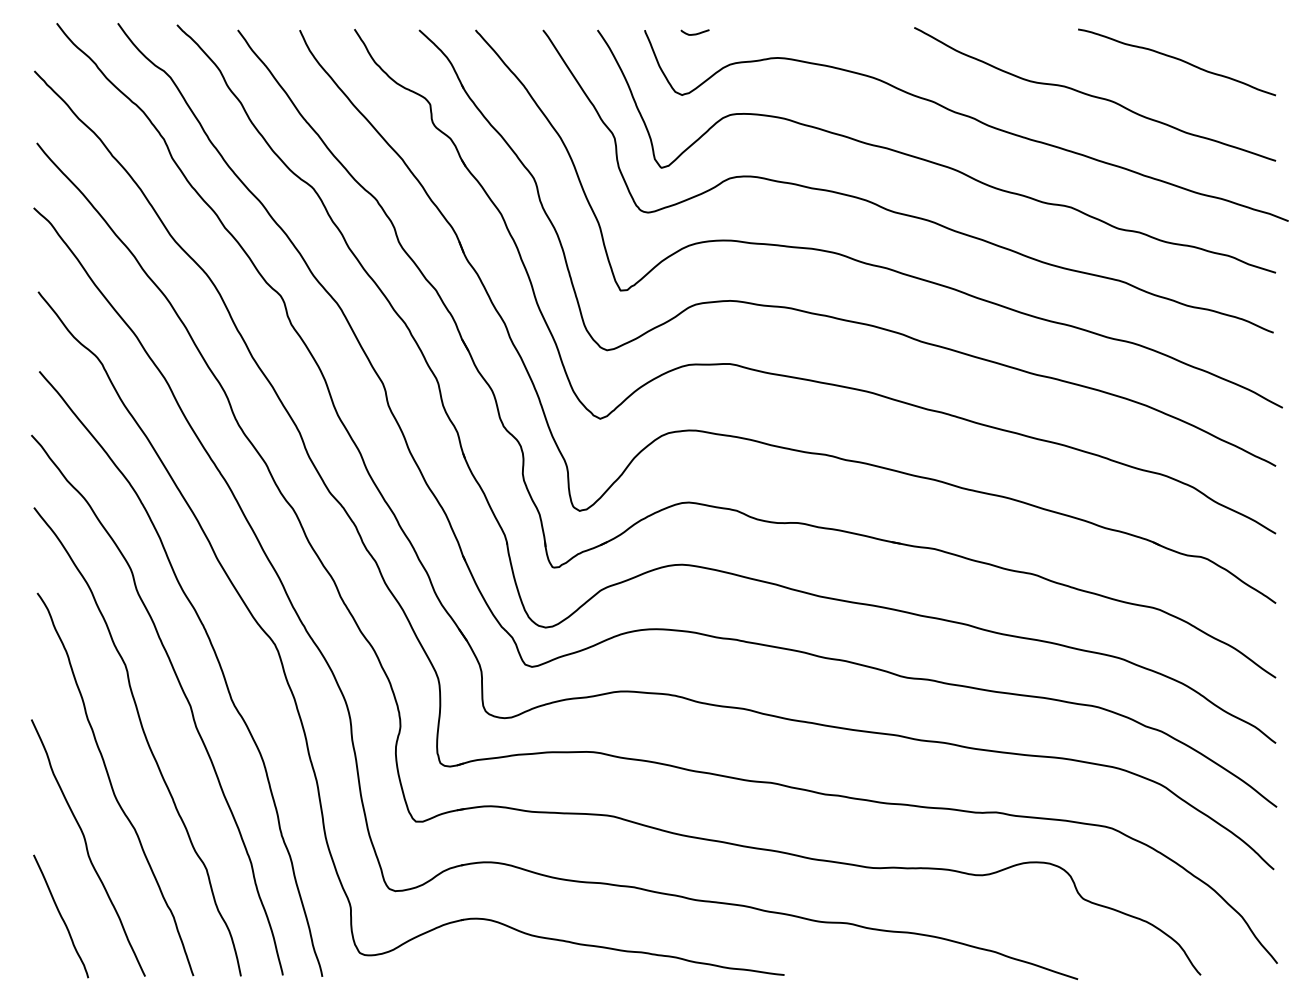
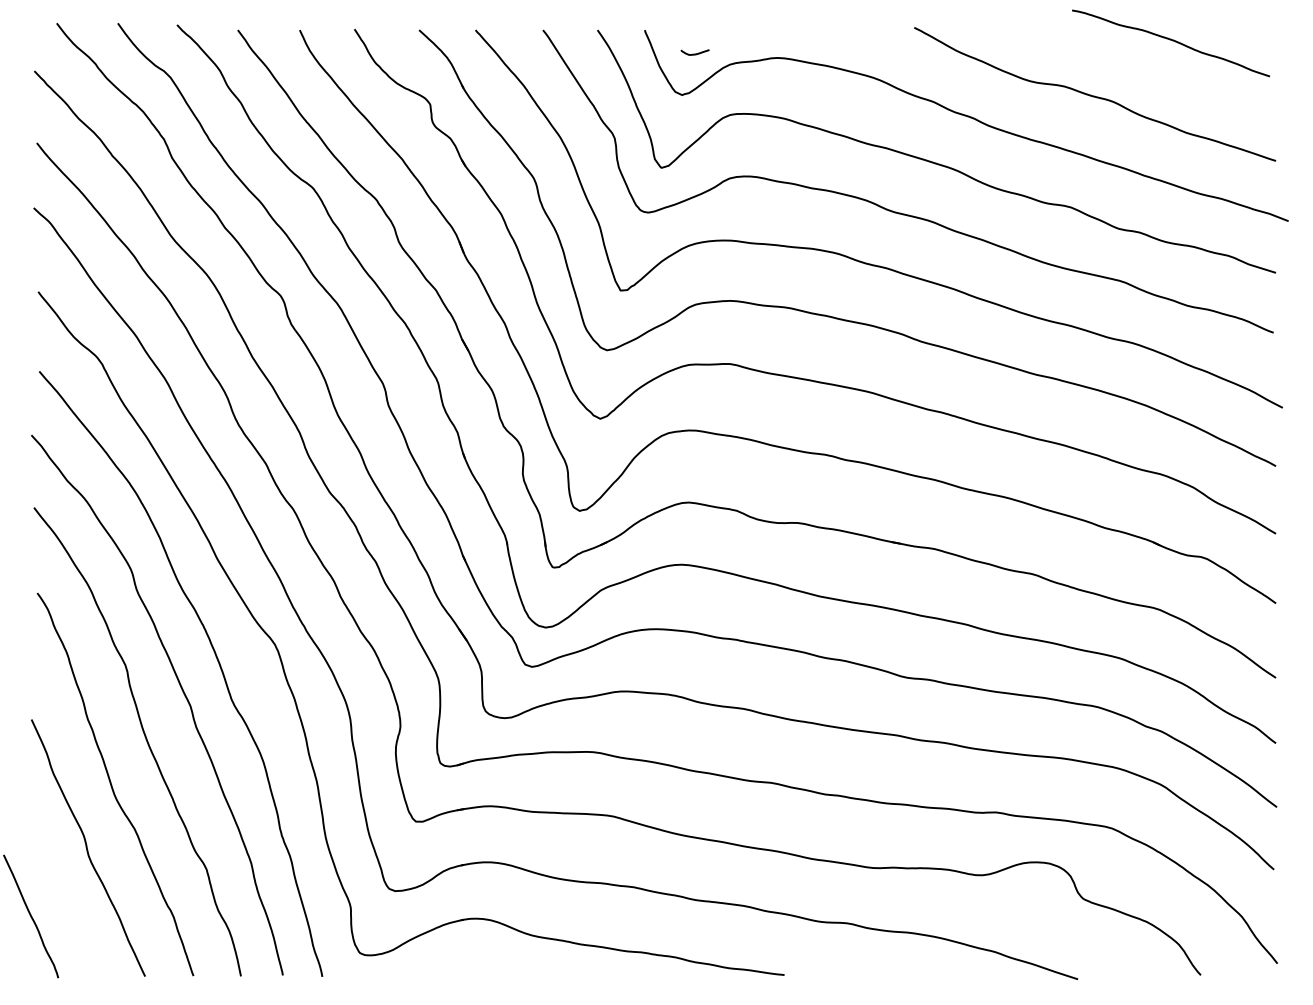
curve at (694, 33) position: (694, 33) -> (694, 53)
curve at (1178, 60) position: (1178, 60) -> (1172, 41)
curve at (61, 916) position: (61, 916) -> (31, 916)
